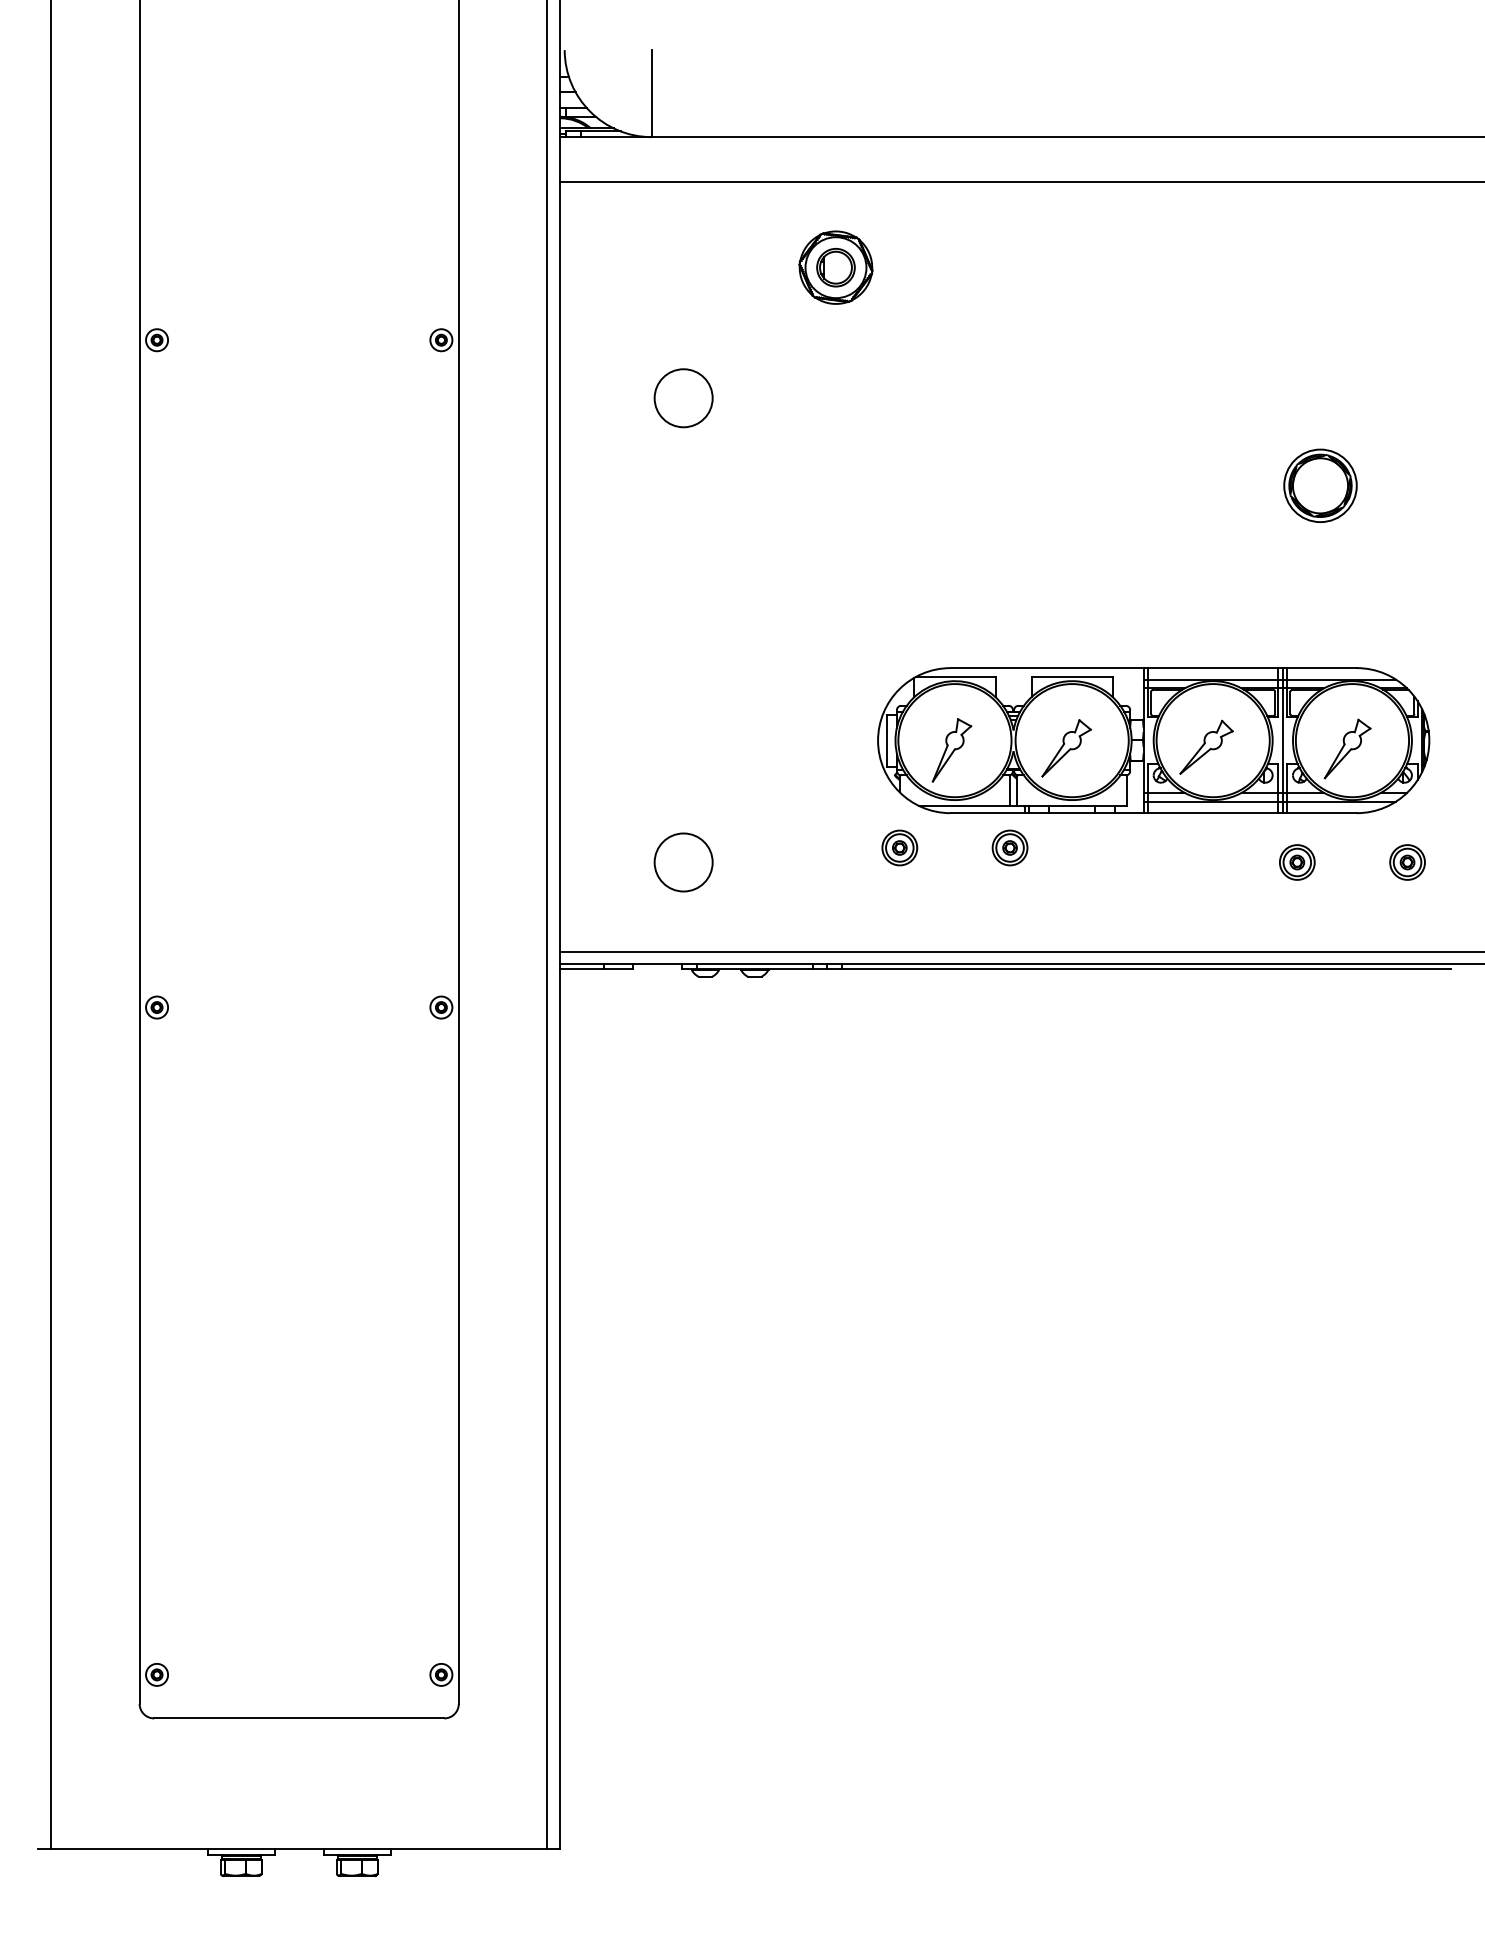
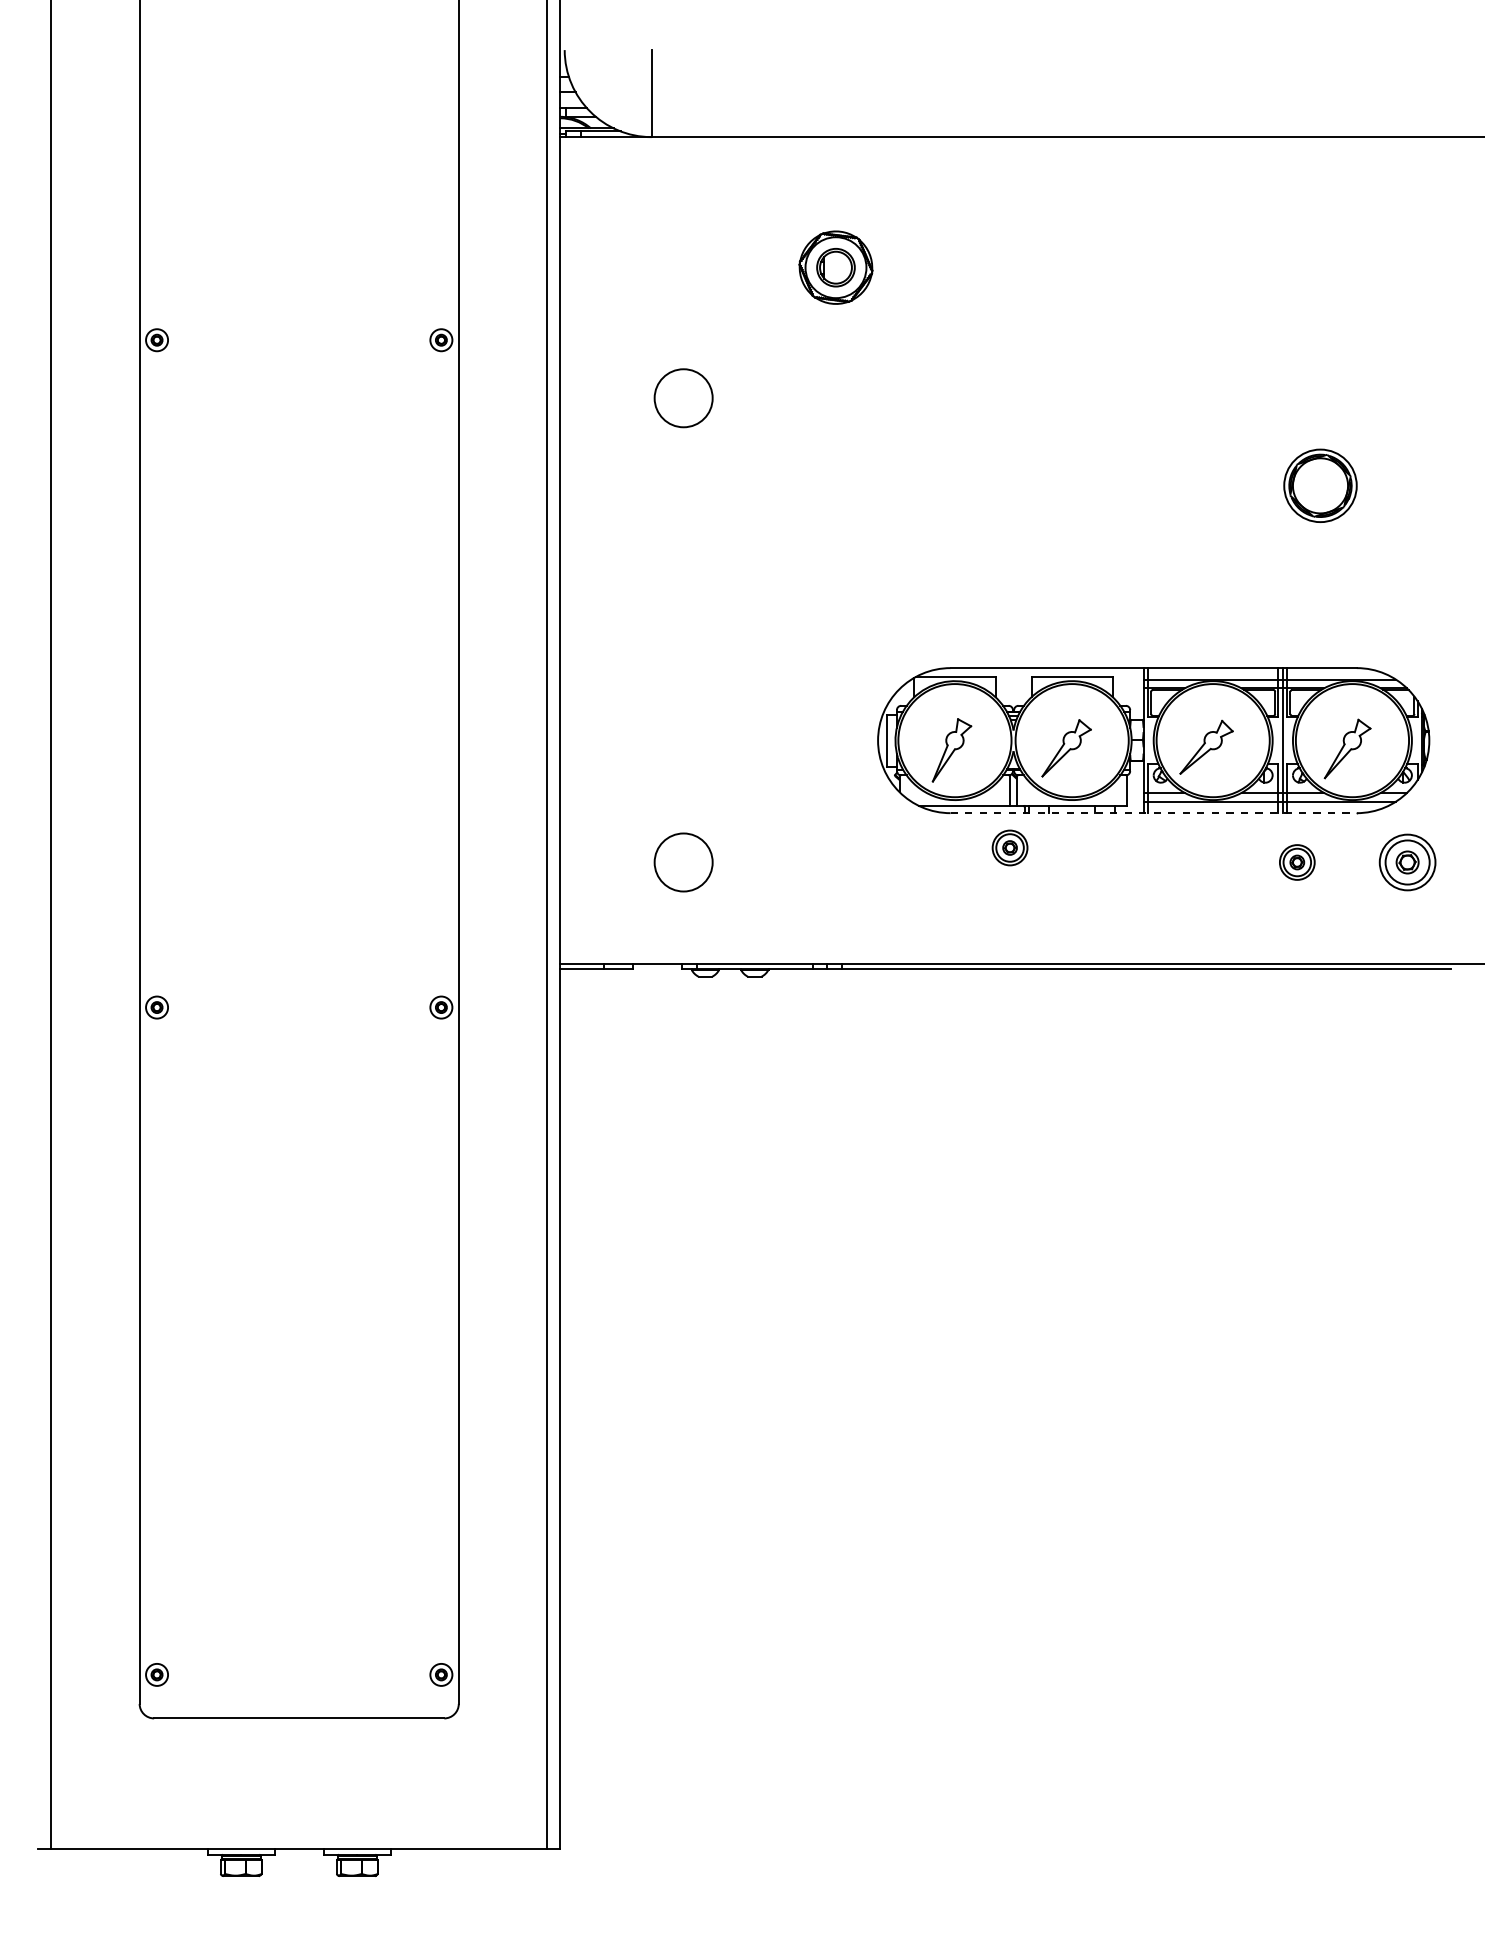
line at (1020, 181): present -> none
line at (1154, 813): solid -> dashed
part at (899, 847): present -> none
part at (1407, 862) size: 37x37 px -> 59x59 px
line at (1020, 952): present -> none
